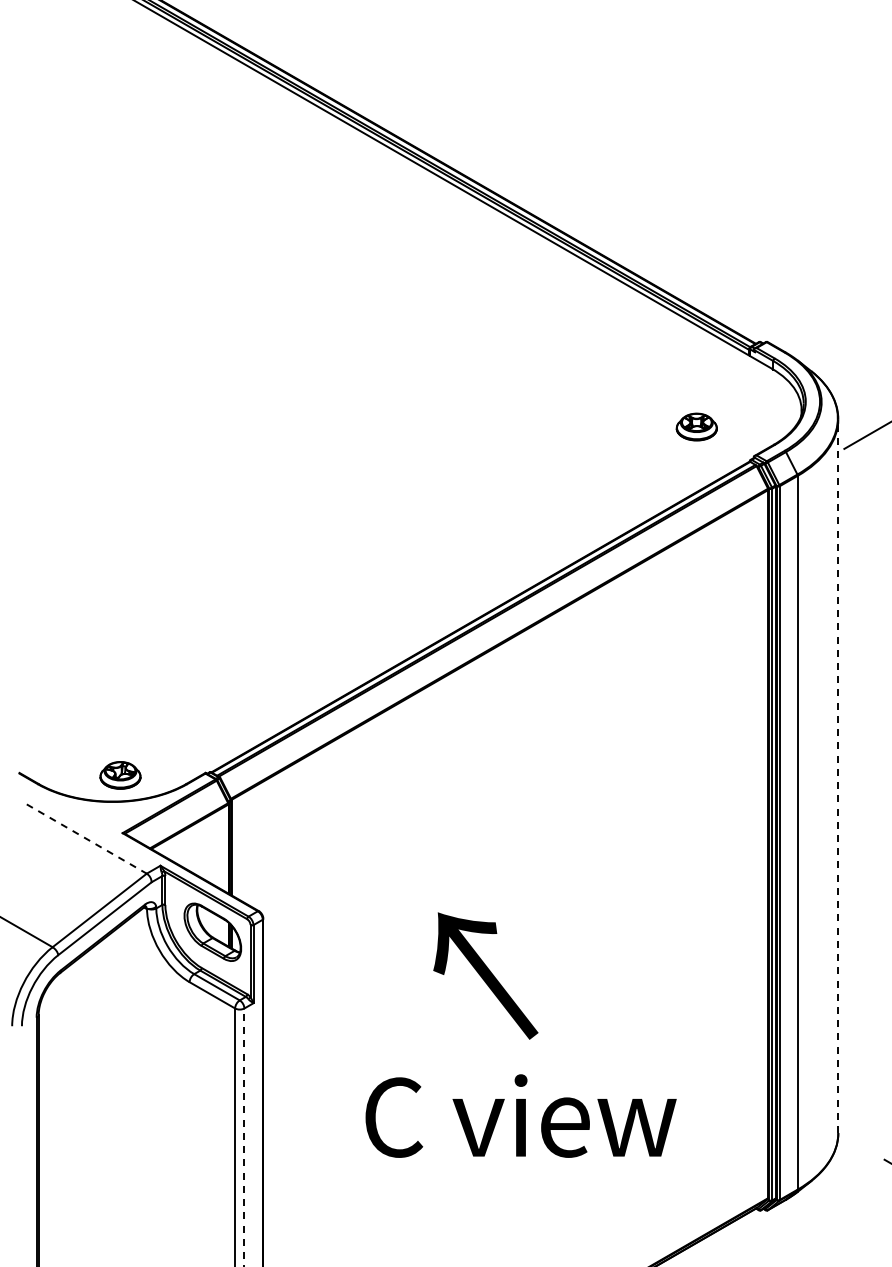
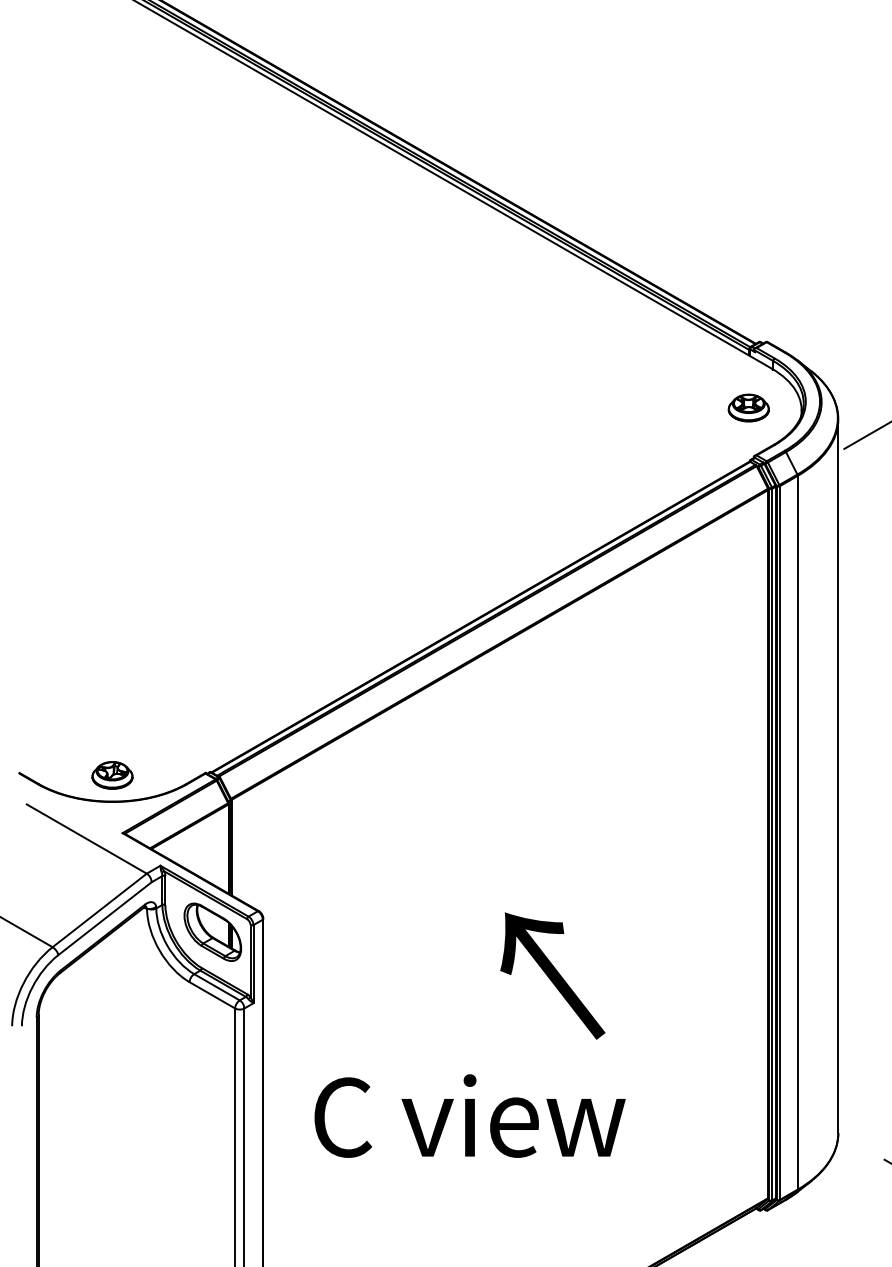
part at (696, 426) position: (696, 426) -> (748, 407)
part at (120, 775) position: (120, 775) -> (112, 775)
line at (838, 776): dashed -> solid
line at (87, 839): dashed -> solid
text at (485, 975) position: (485, 975) -> (552, 975)
text at (520, 1115) position: (520, 1115) -> (469, 1115)
line at (244, 1137): dashed -> solid
